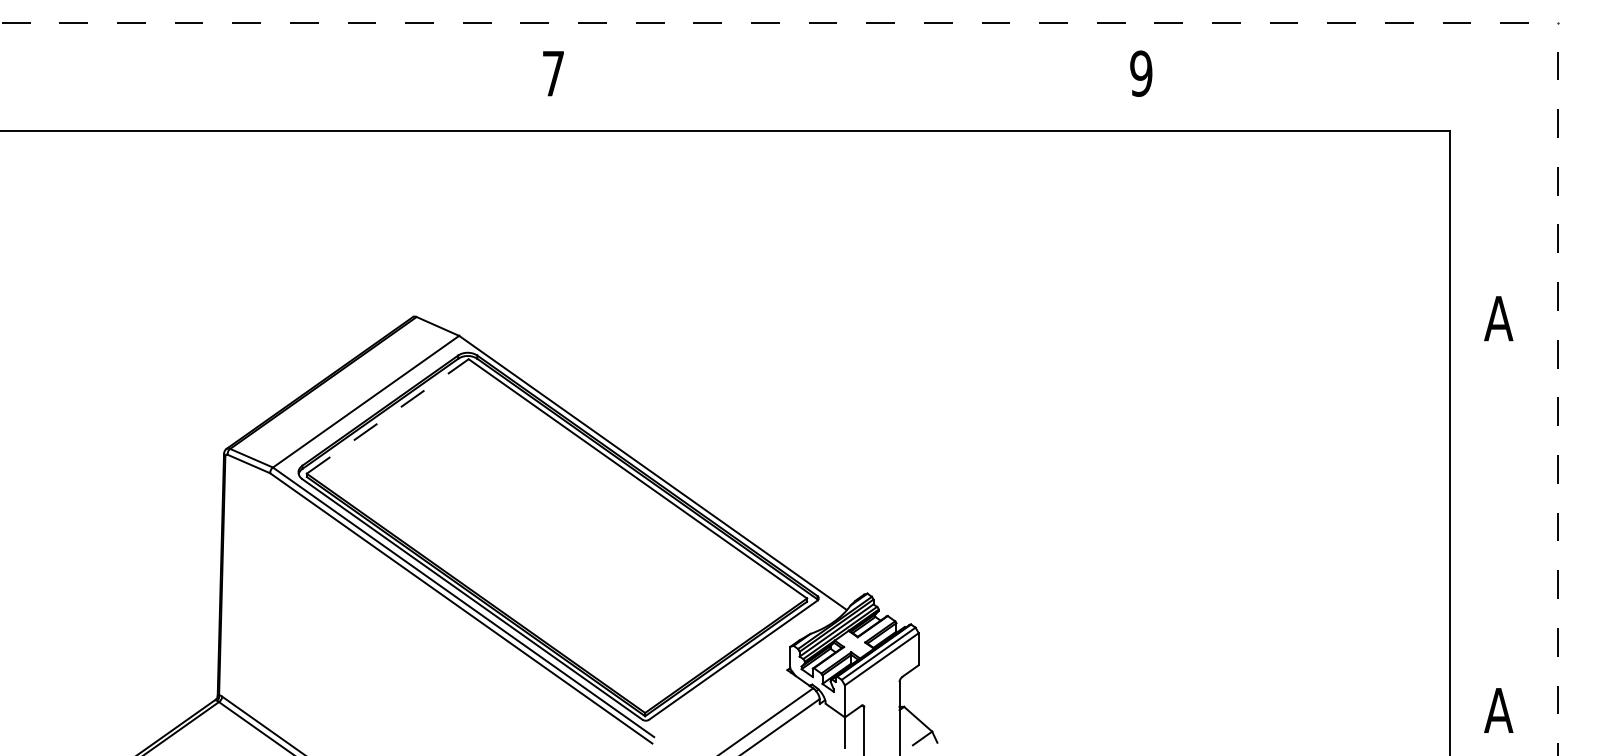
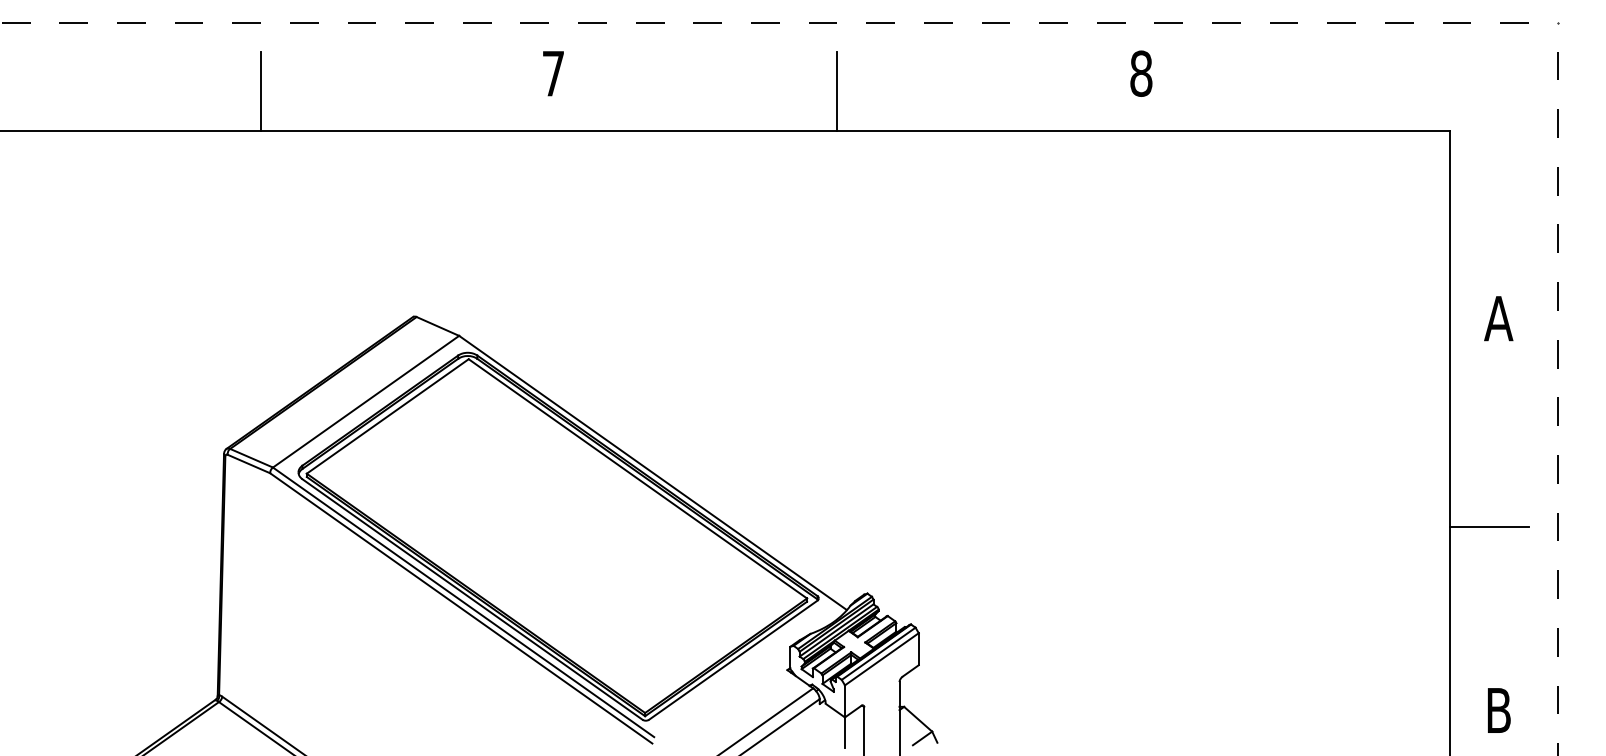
text at (1141, 73): 9 -> 8
line at (261, 90): none -> present
line at (837, 90): none -> present
line at (388, 416): dashed -> solid
line at (1489, 527): none -> present
text at (1498, 710): A -> B
